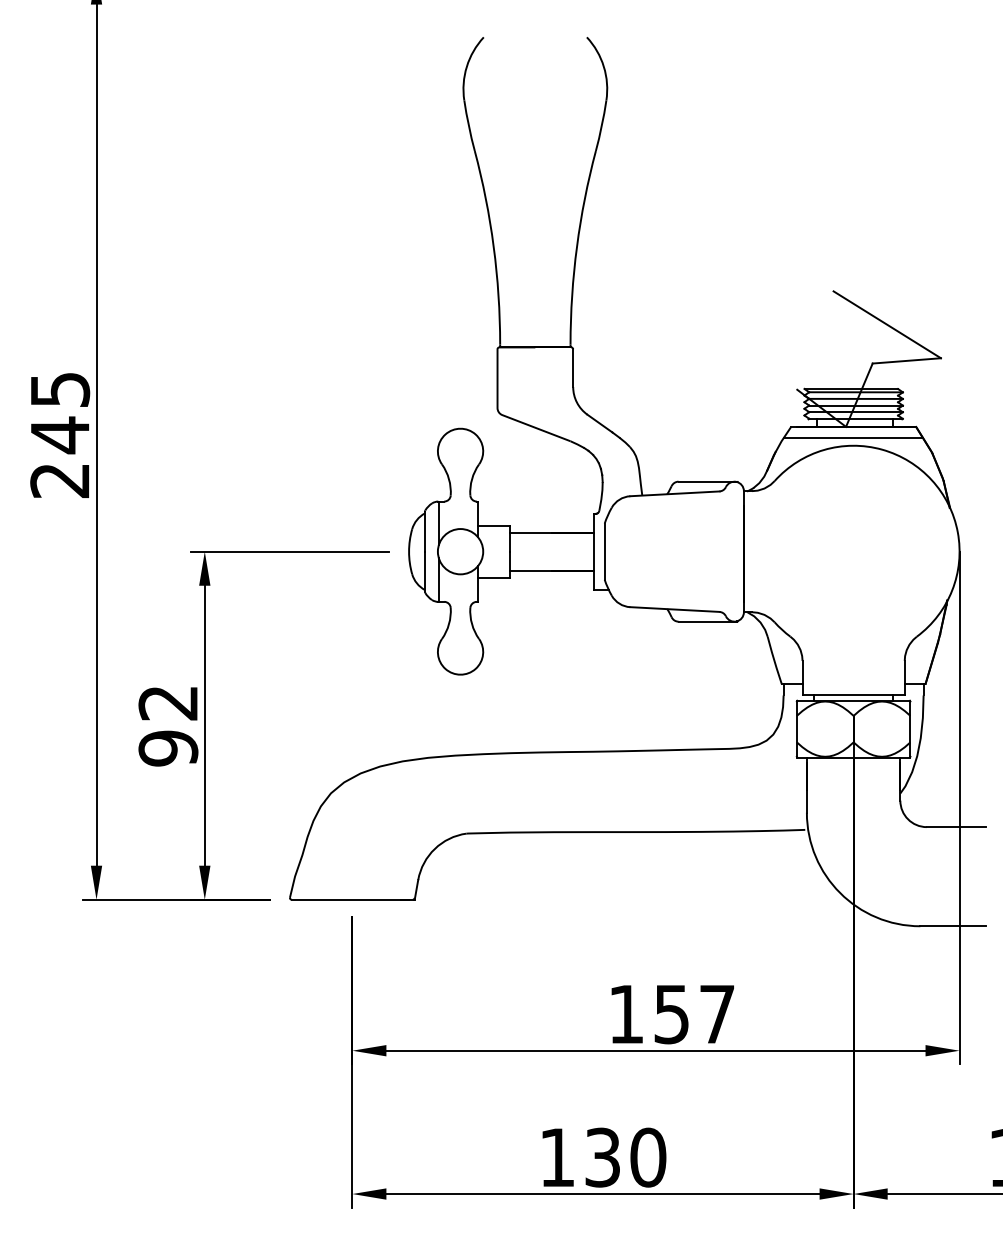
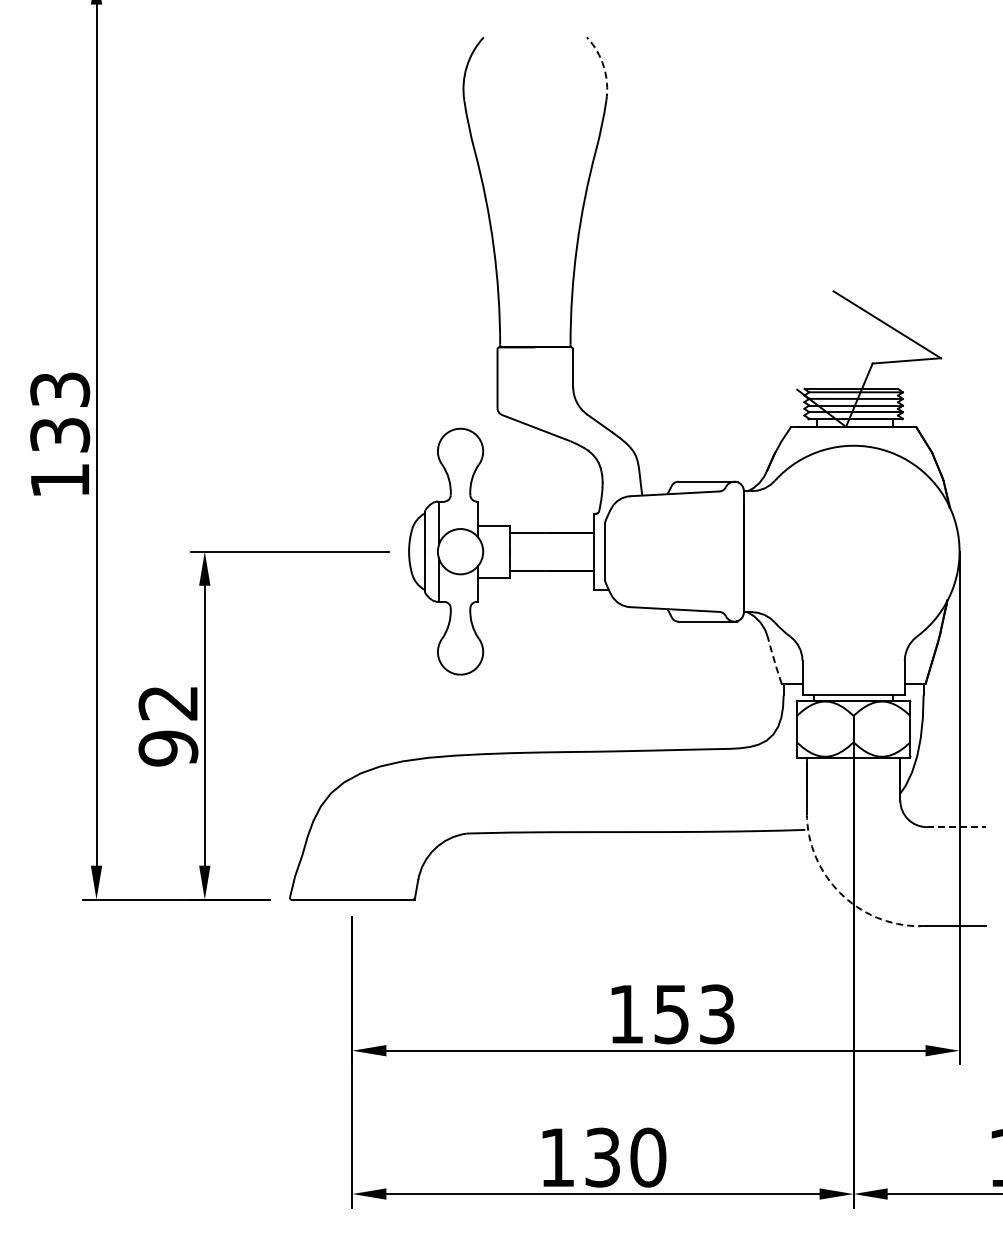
arc at (603, 66): solid -> dashed
text at (60, 434): 245 -> 133
line at (853, 438): present -> none
line at (774, 660): solid -> dashed
line at (956, 827): solid -> dashed
arc at (840, 893): solid -> dashed
text at (717, 1014): 157 -> 153
